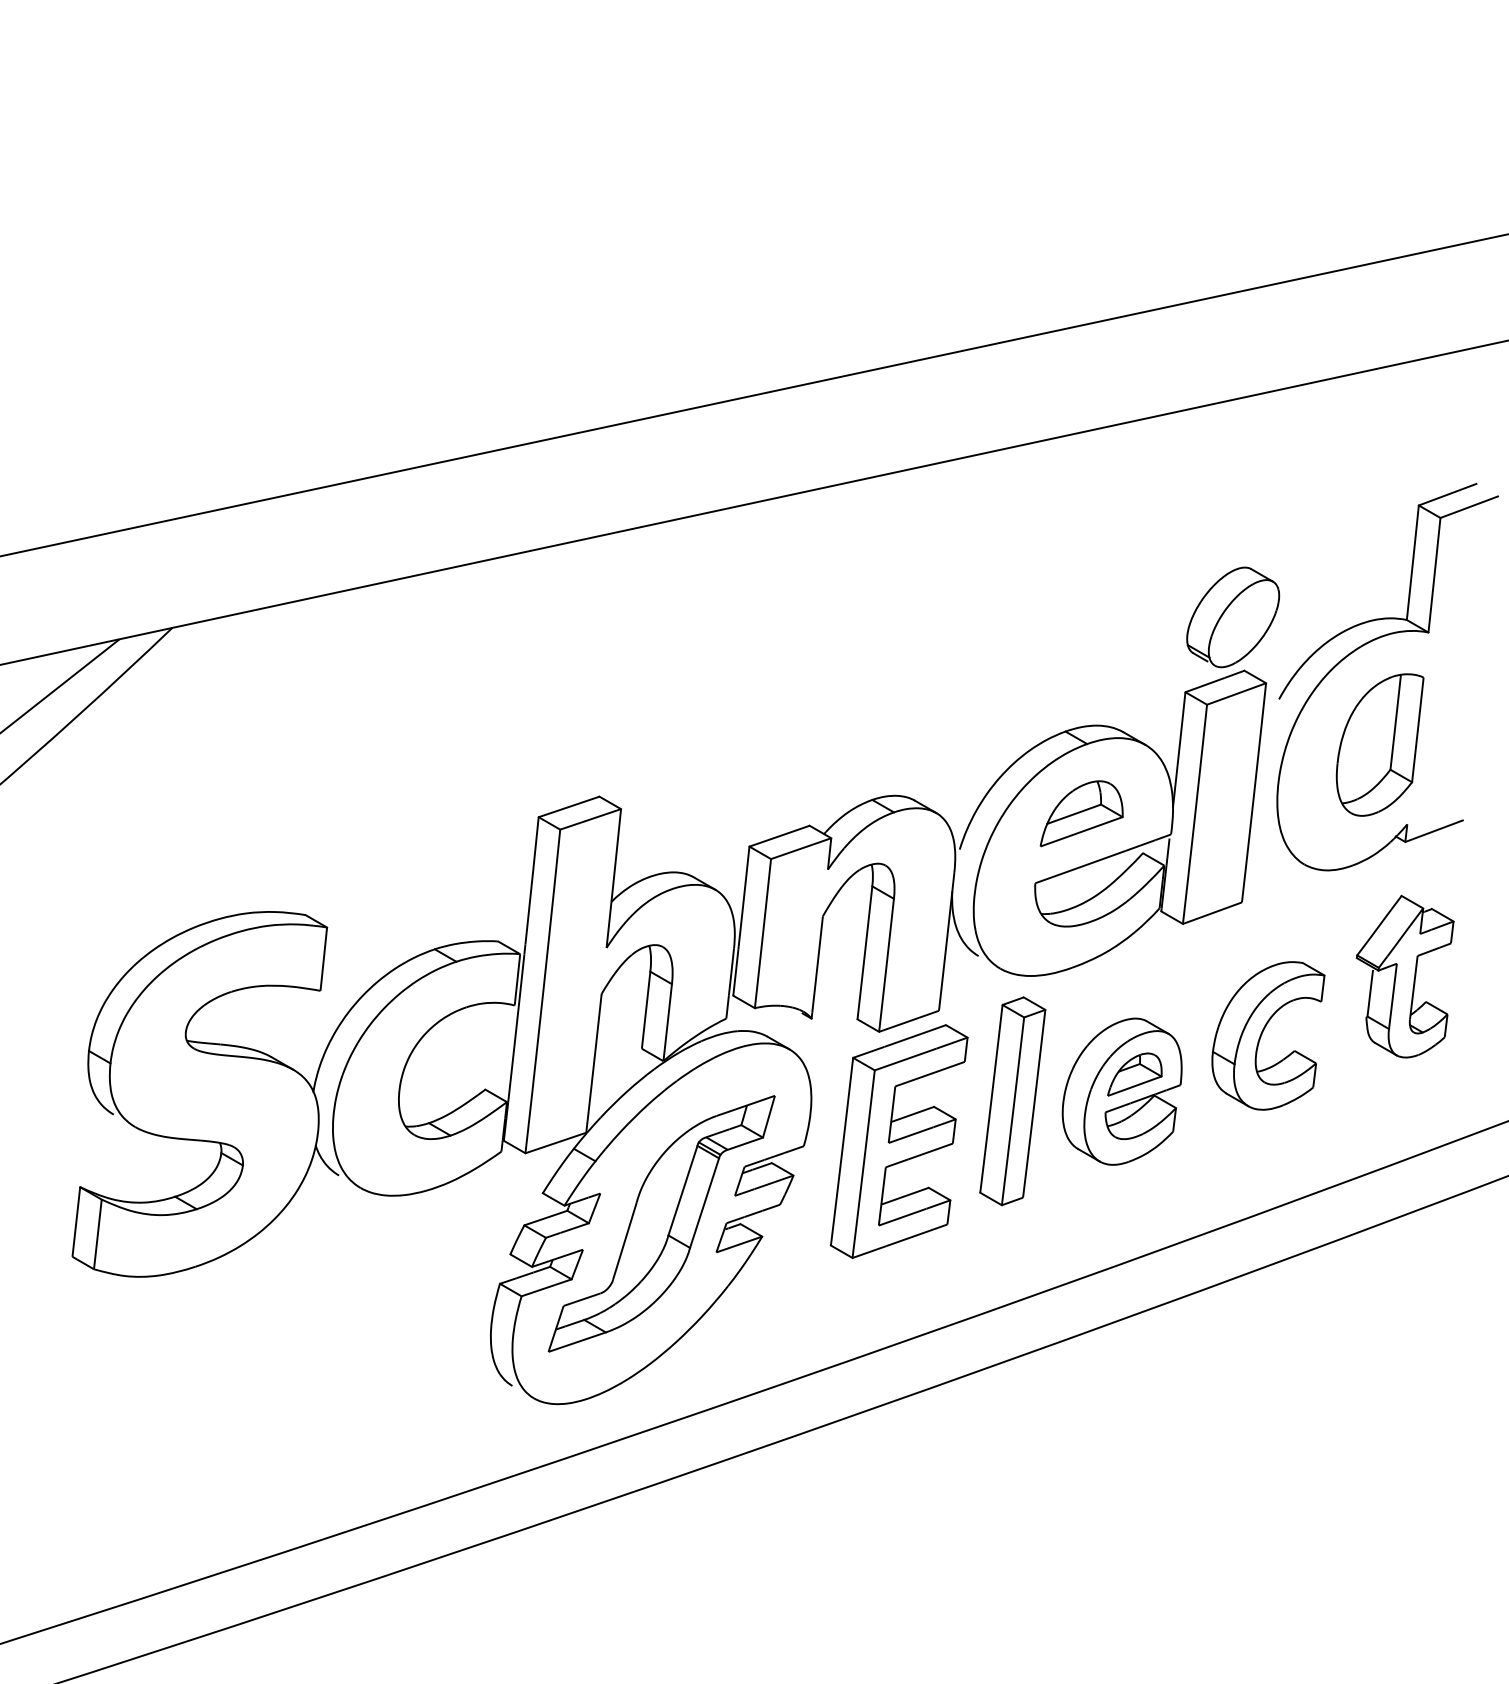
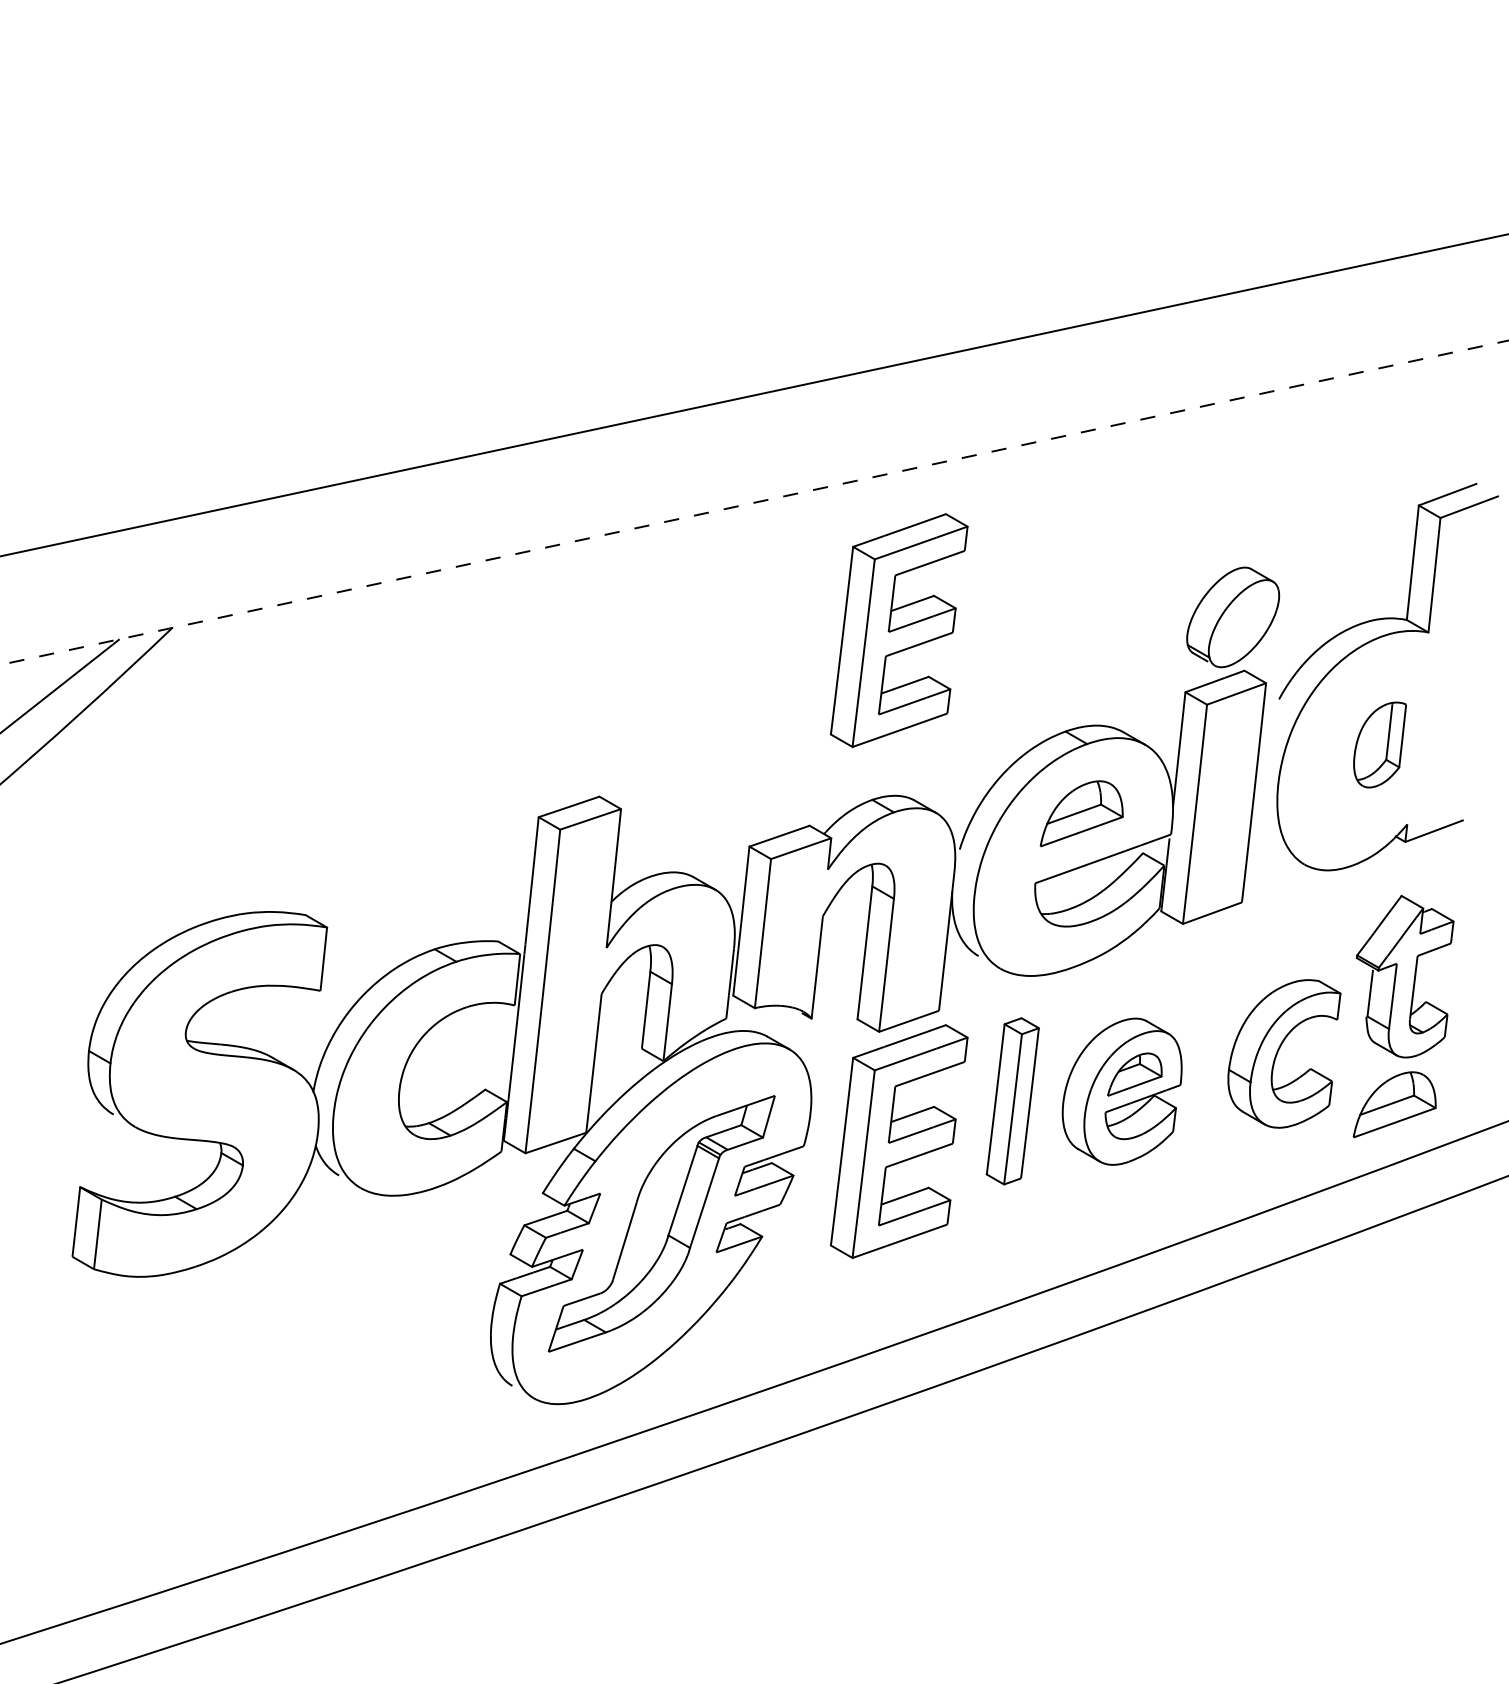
line at (755, 502): solid -> dashed
part at (898, 630): none -> present
part at (1379, 744) size: 90x144 px -> 54x88 px
part at (1268, 1035) position: (1268, 1035) -> (1284, 1053)
part at (1012, 1101) size: 68x211 px -> 55x169 px
part at (1394, 1104): none -> present
